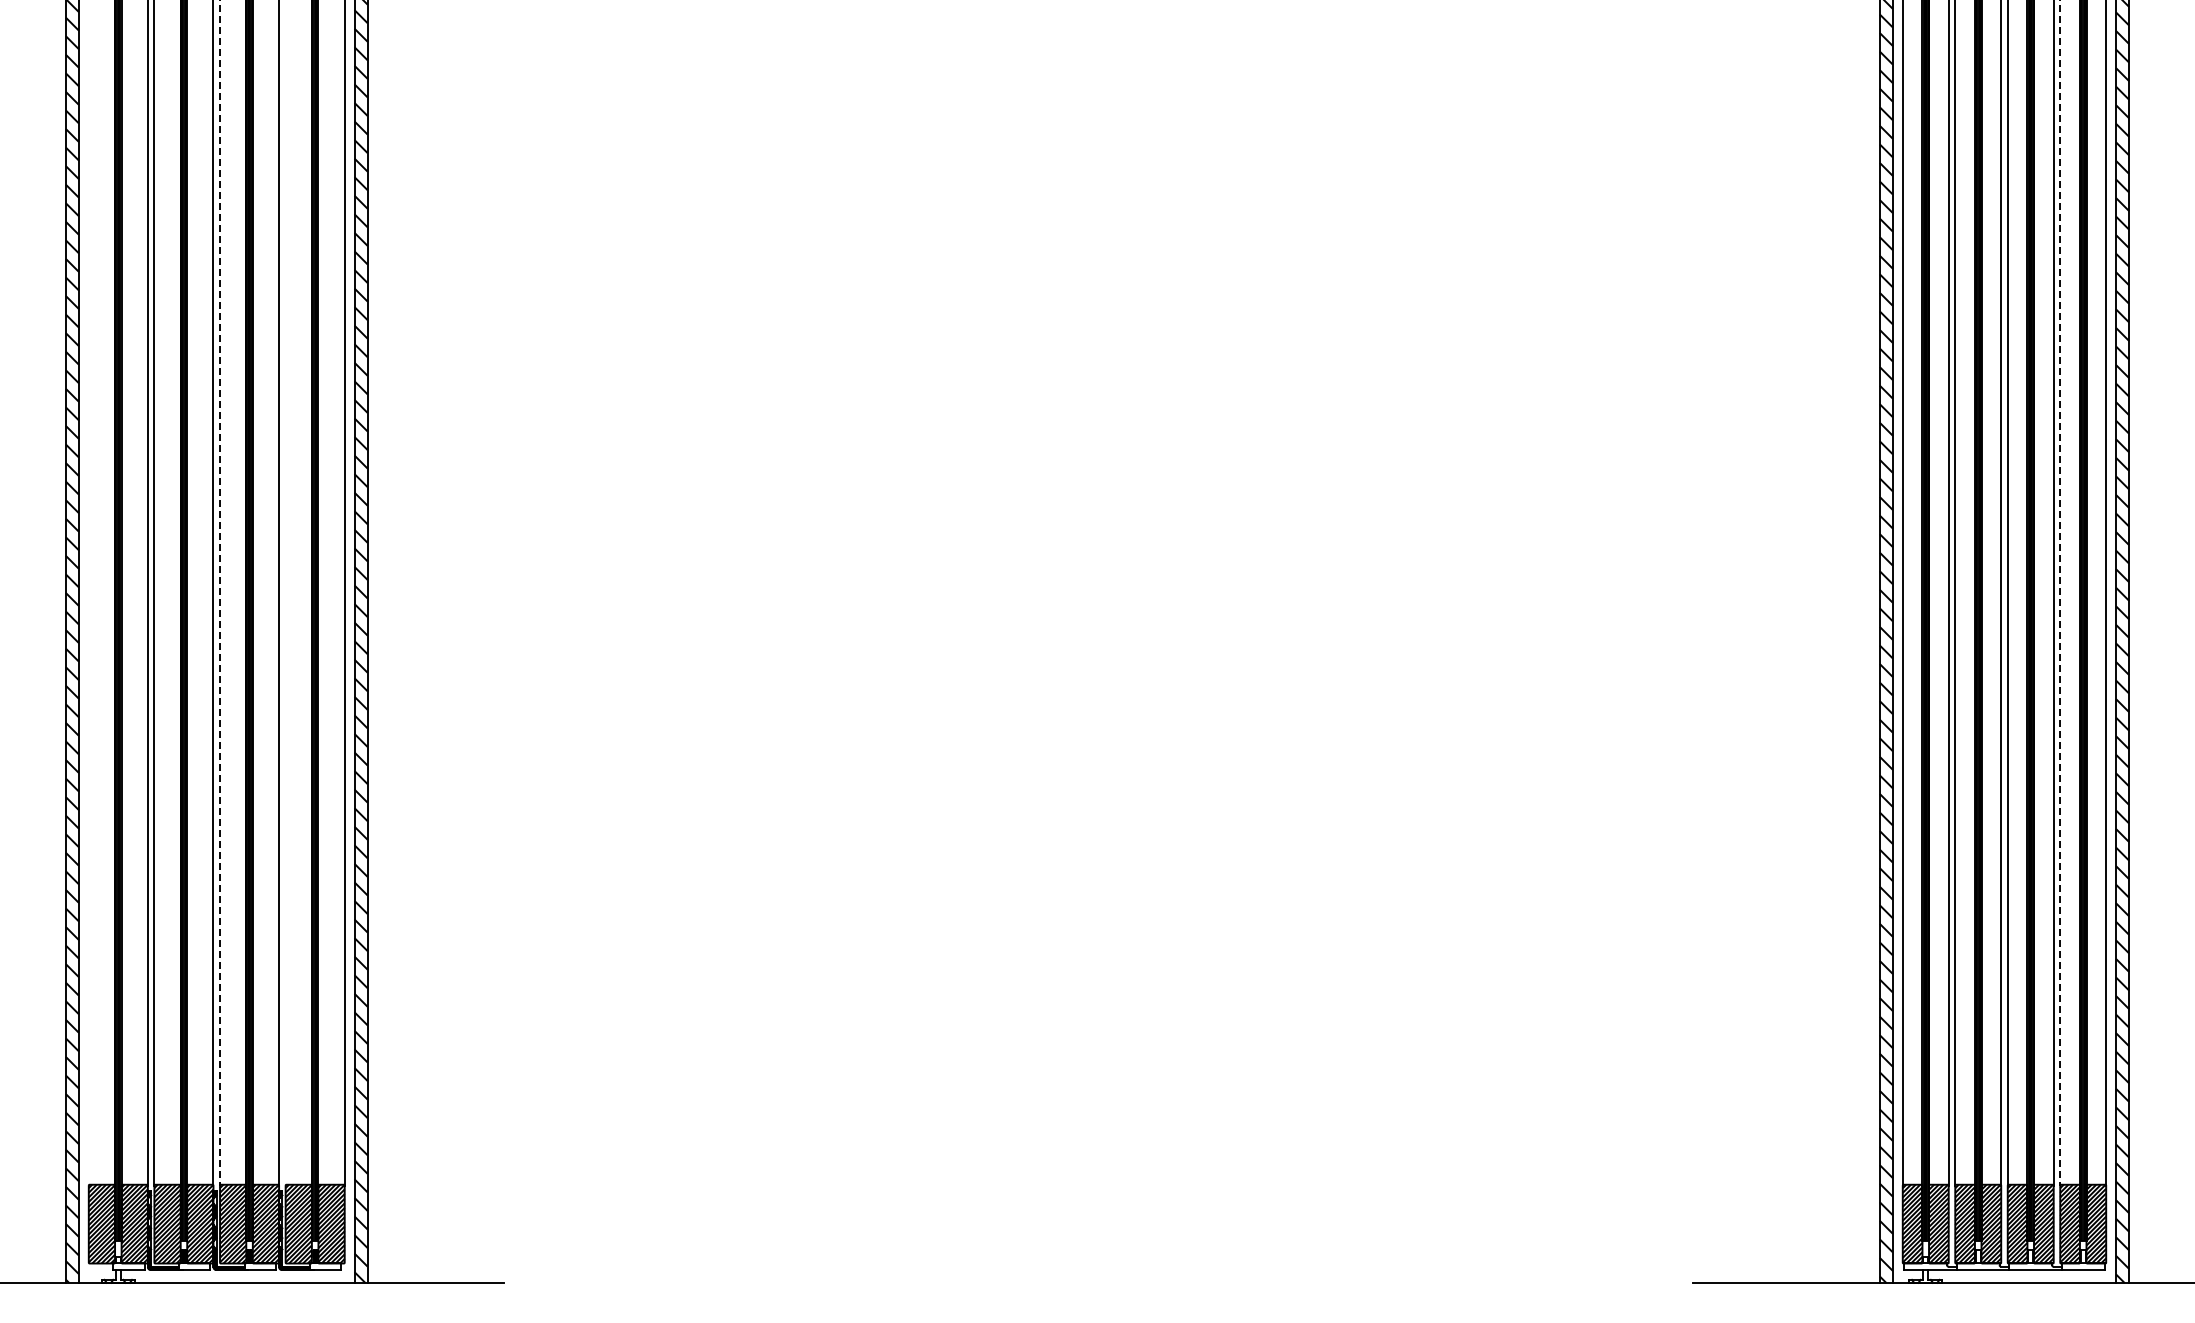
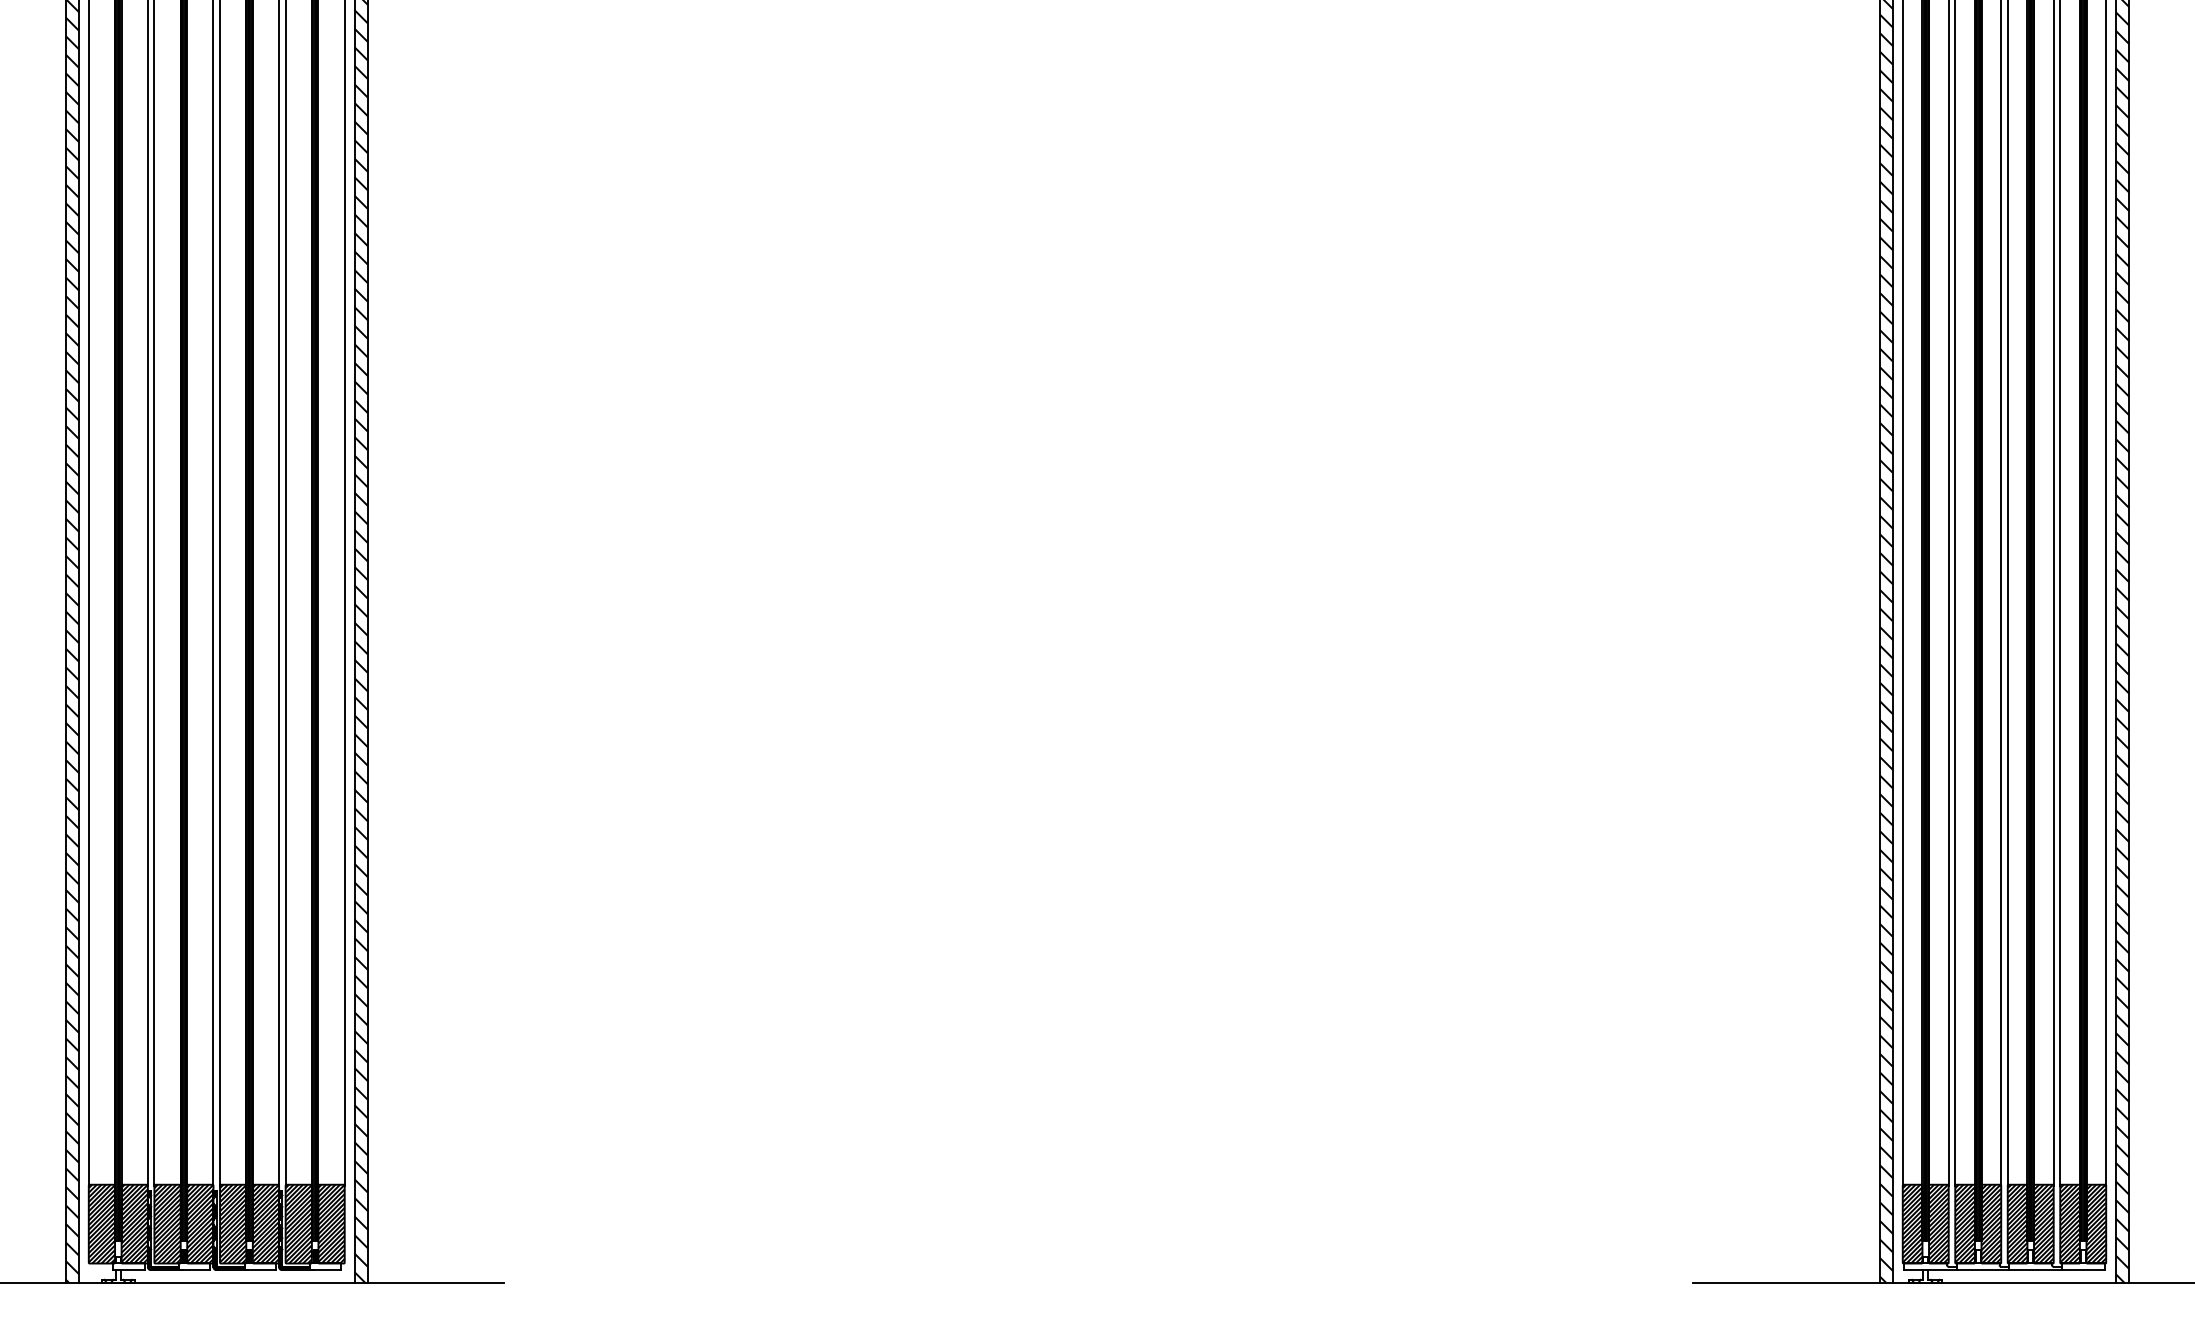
line at (88, 593): none -> present
line at (220, 593): dashed -> solid
line at (285, 593): none -> present
line at (2060, 593): dashed -> solid
